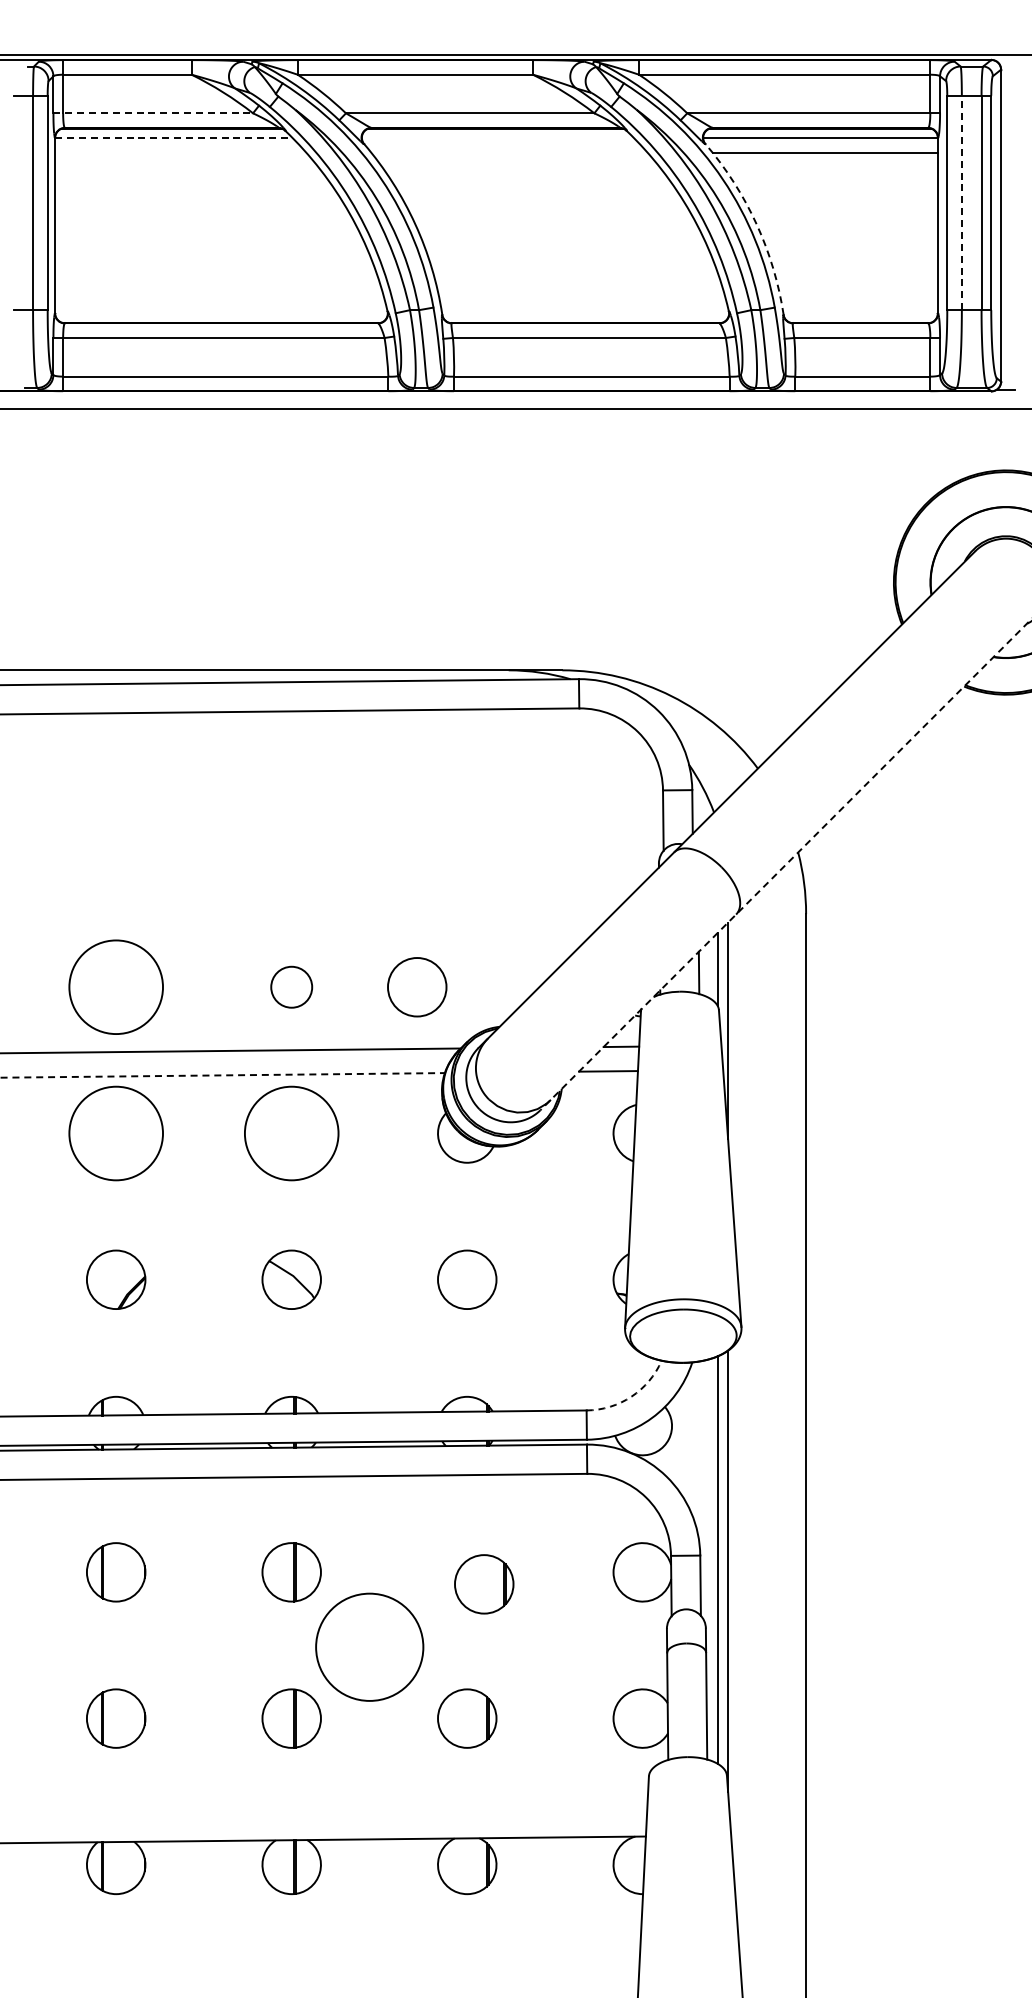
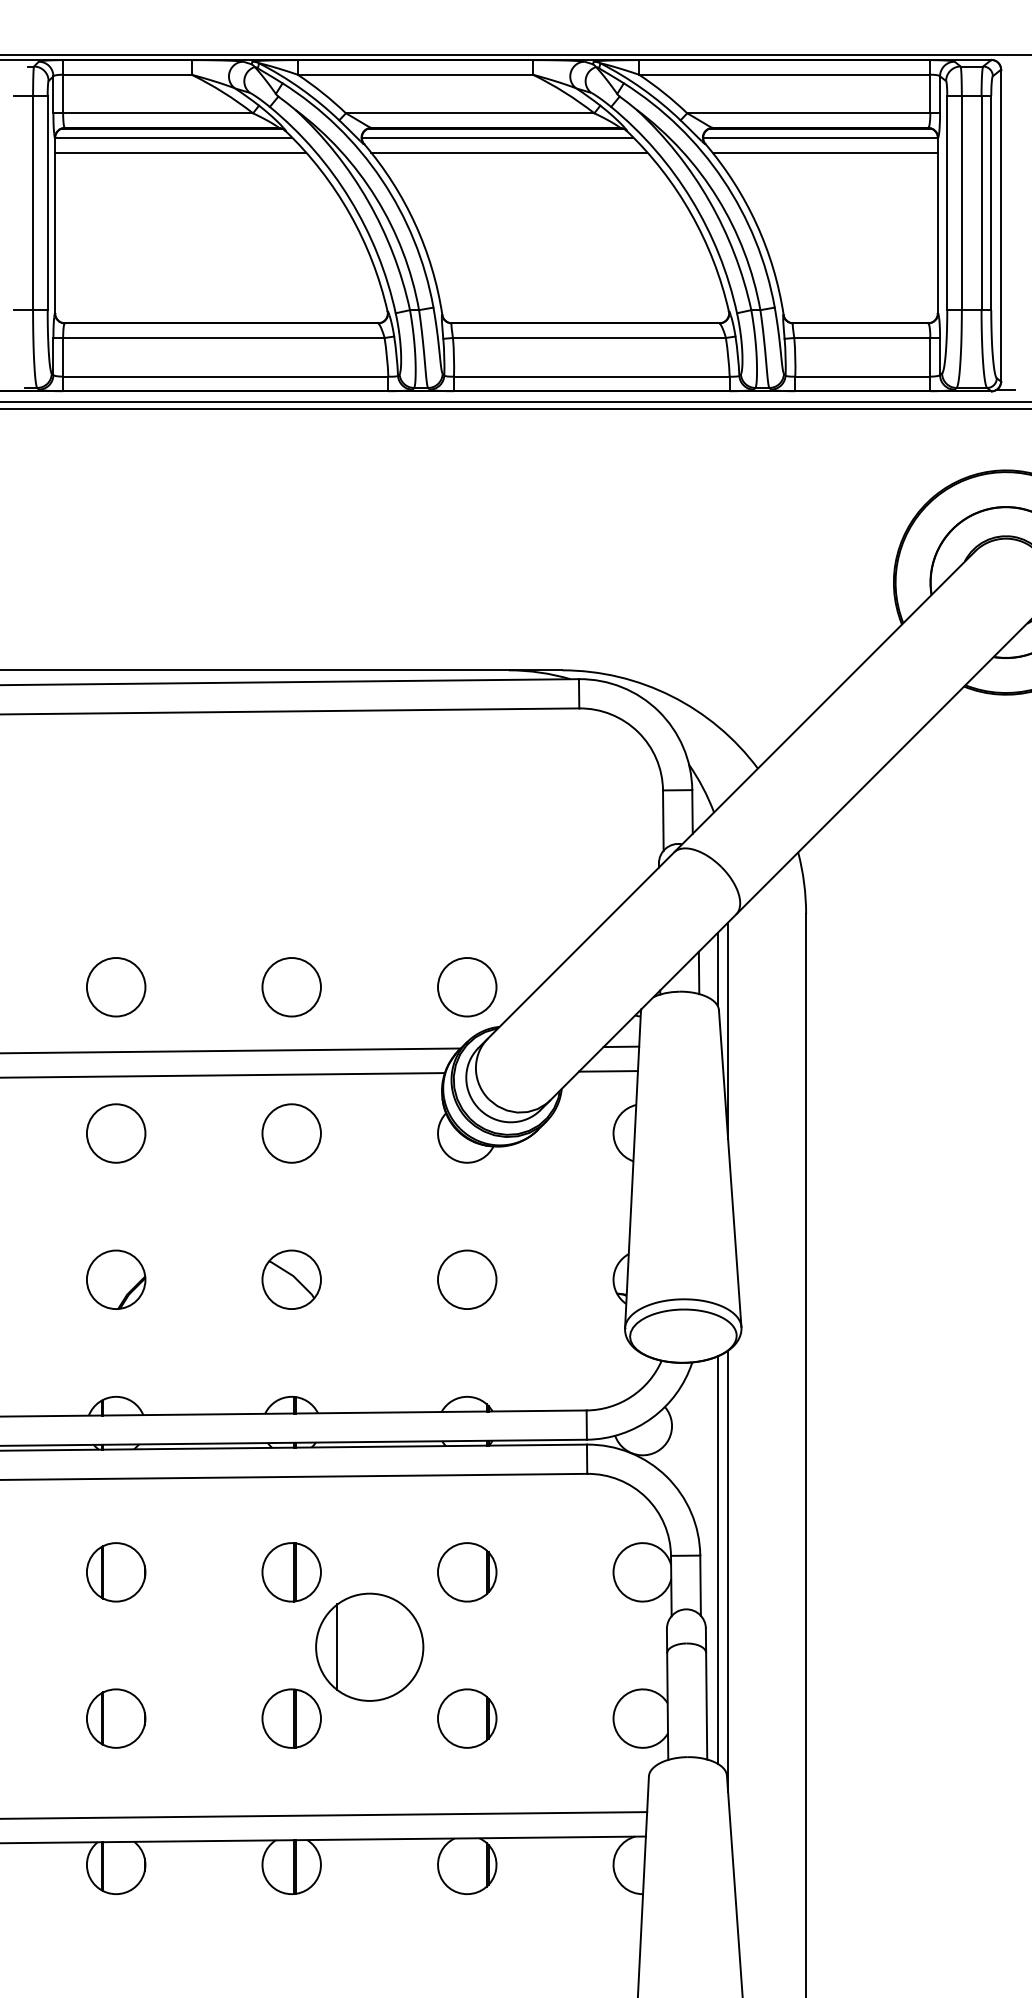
line at (153, 113): dashed -> solid
line at (173, 137): dashed -> solid
line at (497, 137): none -> present
line at (180, 153): none -> present
line at (509, 153): none -> present
line at (961, 202): dashed -> solid
arc at (756, 224): dashed -> solid
line at (515, 402): none -> present
line at (785, 865): dashed -> solid
circle at (291, 986) diameter: 41 px -> 59 px
circle at (116, 987) diameter: 94 px -> 59 px
circle at (417, 987) position: (417, 987) -> (467, 987)
line at (223, 1075): dashed -> solid
circle at (116, 1133) diameter: 94 px -> 59 px
circle at (291, 1133) diameter: 94 px -> 59 px
arc at (631, 1396): dashed -> solid
part at (484, 1584) position: (484, 1584) -> (467, 1572)
line at (337, 1647): none -> present
line at (324, 1815): none -> present
